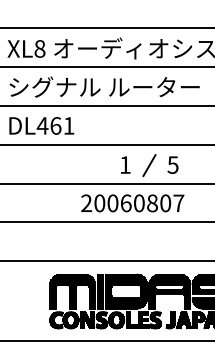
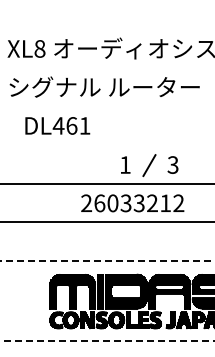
line at (106, 28): present -> none
line at (106, 67): present -> none
line at (106, 106): present -> none
text at (41, 125) position: (41, 125) -> (57, 125)
line at (106, 144): present -> none
text at (173, 164): 5 -> 3
text at (139, 203): 20060807 -> 26033212
line at (107, 261): solid -> dashed
line at (107, 341): solid -> dashed
